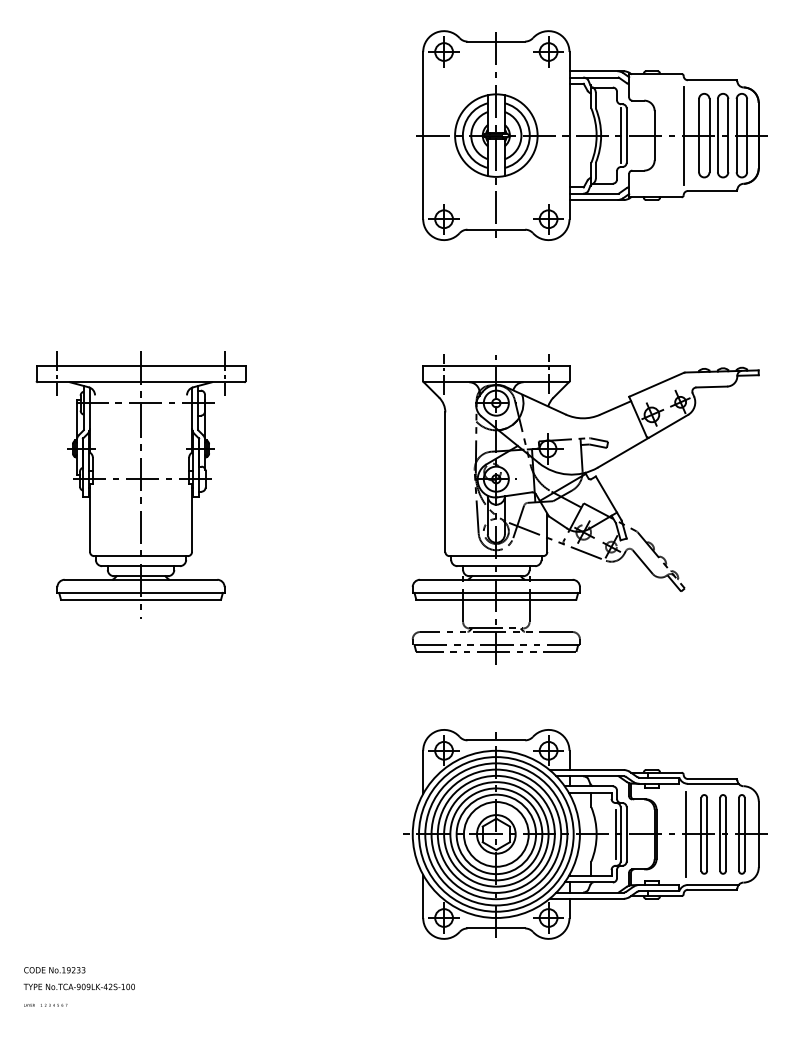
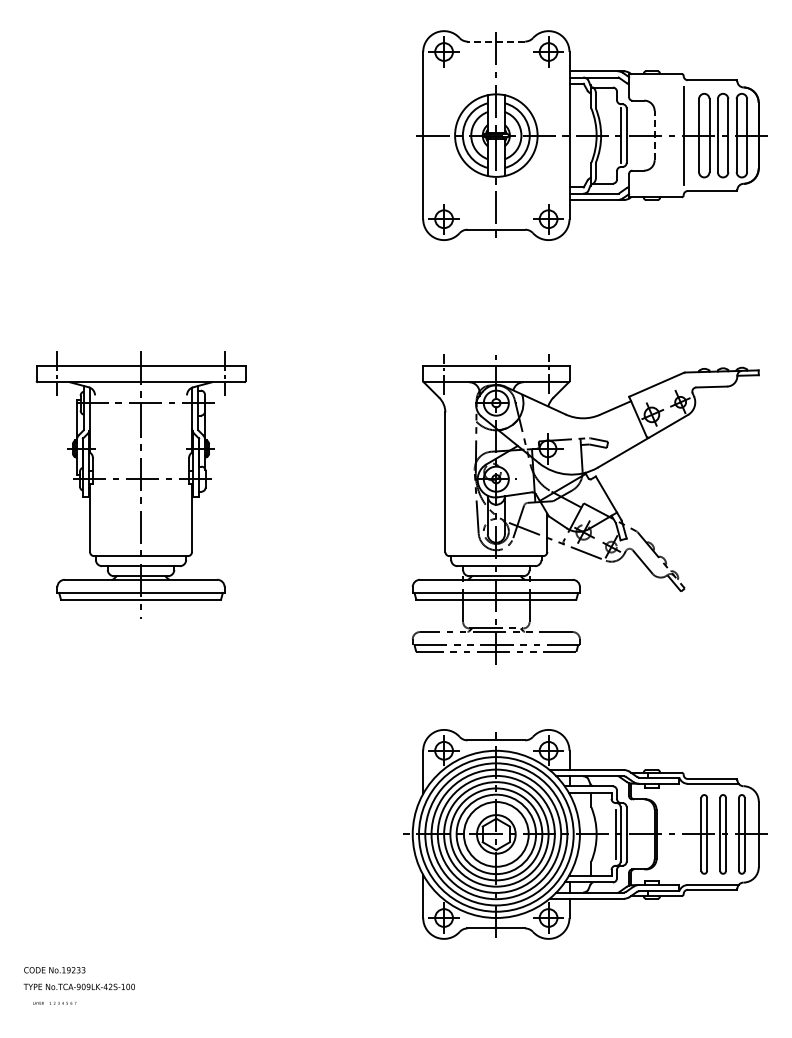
line at (496, 41): solid -> dashed
line at (654, 135): solid -> dashed
line at (685, 834): present -> none
text at (45, 1004) position: (45, 1004) -> (54, 1002)
